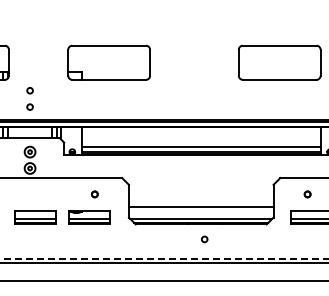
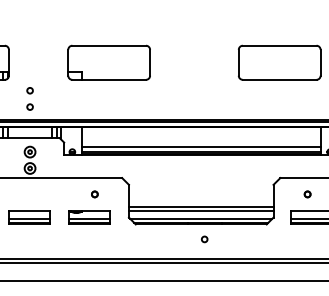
line at (200, 210): none -> present
part at (35, 217) position: (35, 217) -> (29, 217)
line at (164, 258): dashed -> solid
